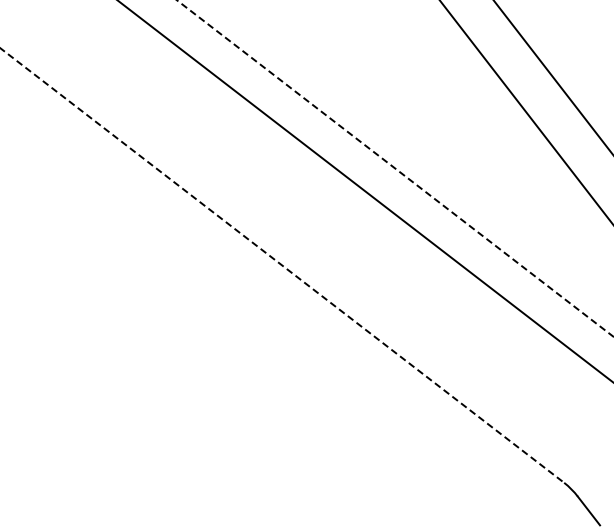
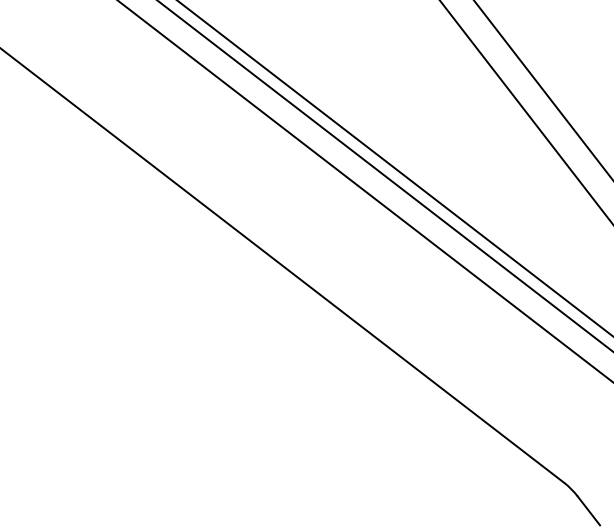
line at (552, 76) position: (552, 76) -> (542, 89)
line at (395, 168): dashed -> solid
line at (385, 176): none -> present
line at (282, 265): dashed -> solid
